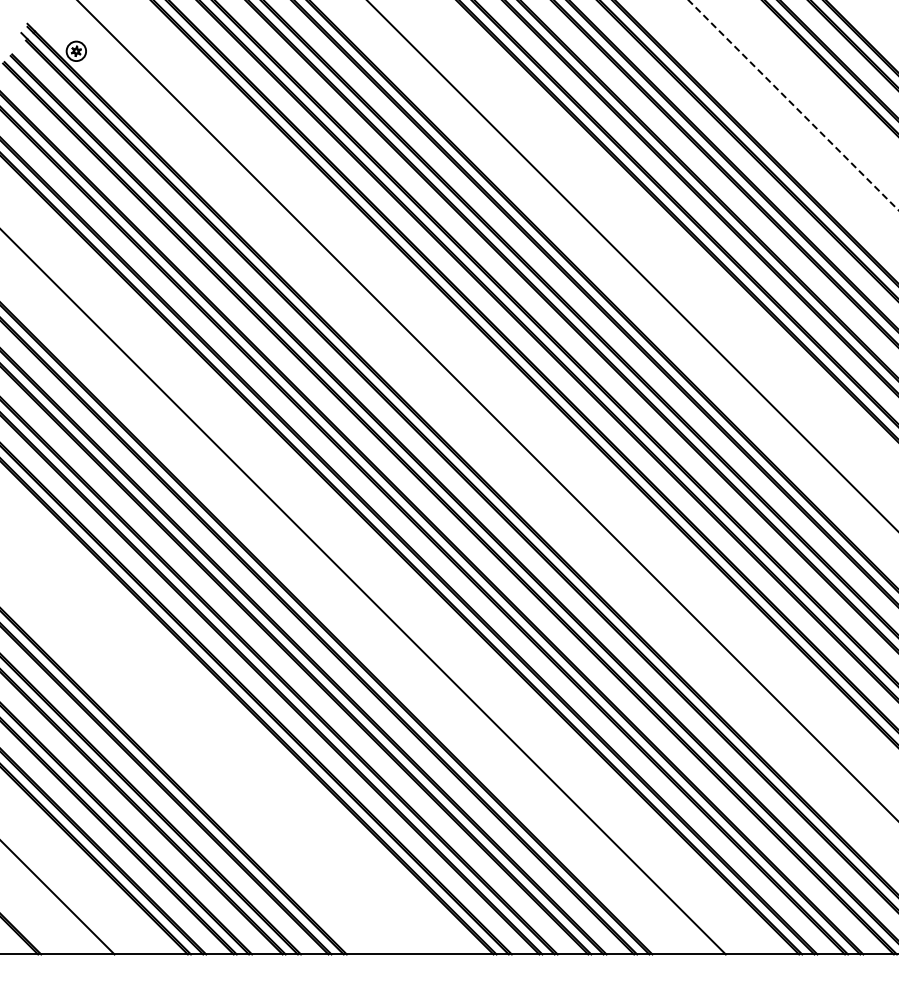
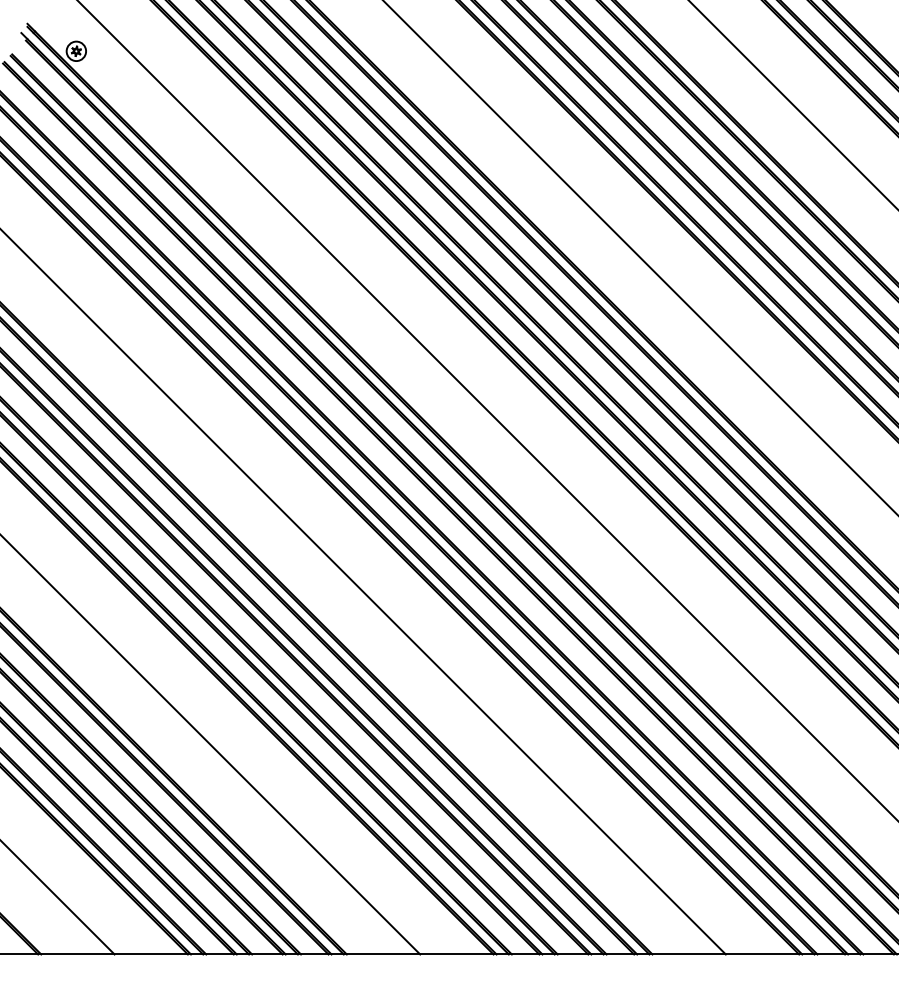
line at (793, 105): dashed -> solid
line at (631, 265) position: (631, 265) -> (640, 257)
line at (211, 745): none -> present
